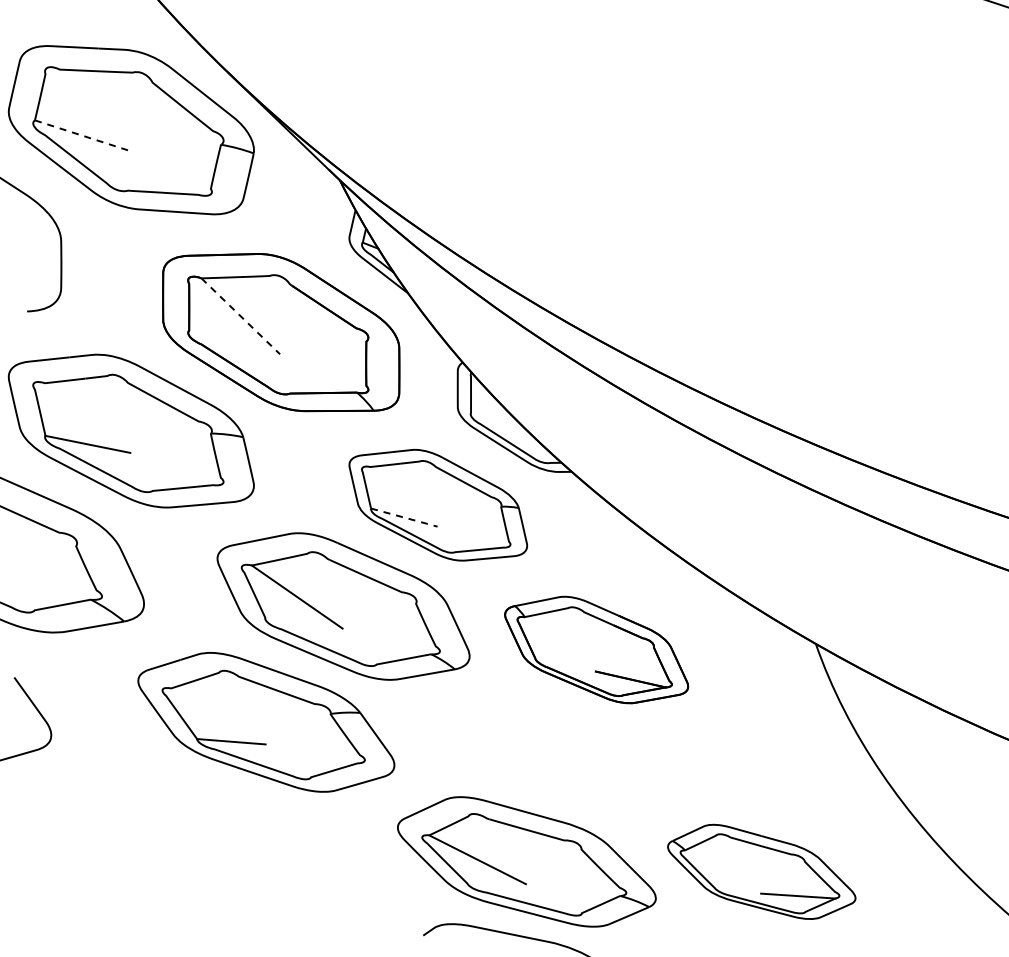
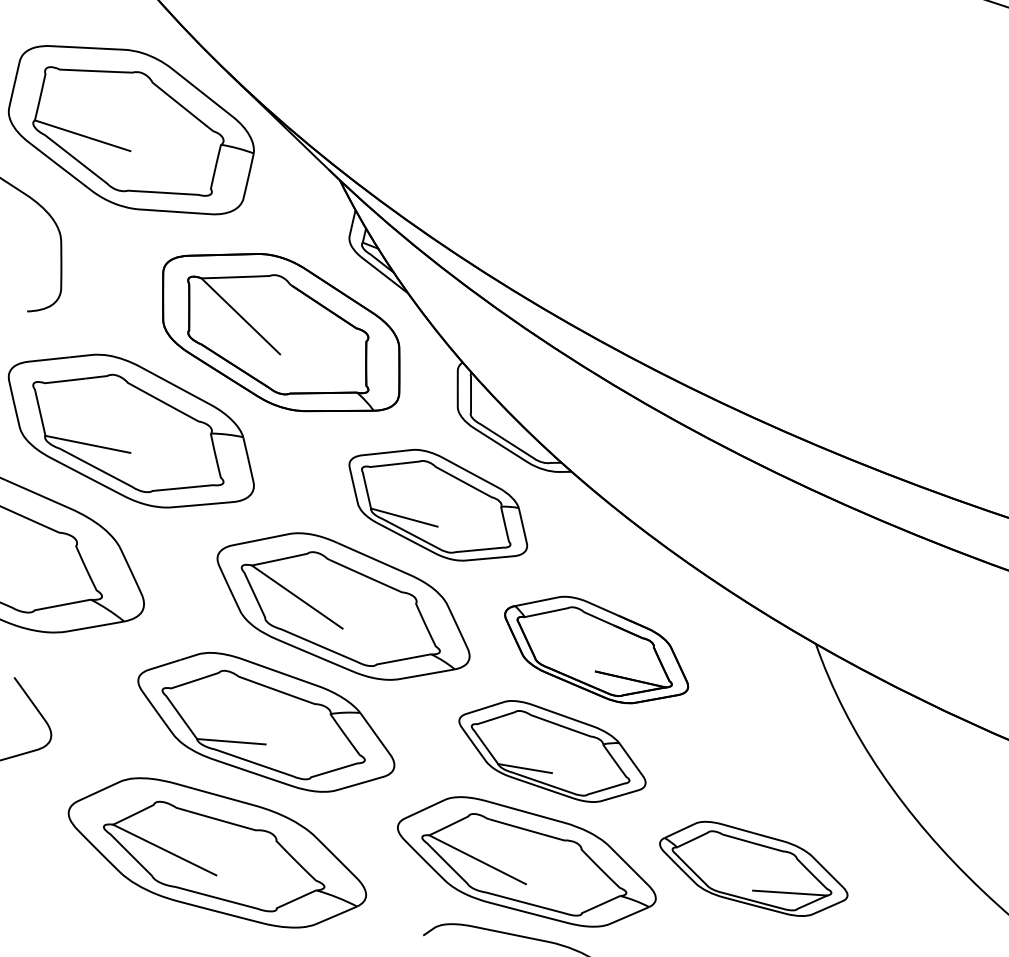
line at (83, 135): dashed -> solid
line at (240, 316): dashed -> solid
line at (404, 517): dashed -> solid
part at (552, 751): none -> present
part at (217, 852): none -> present
part at (761, 871) position: (761, 871) -> (753, 868)
